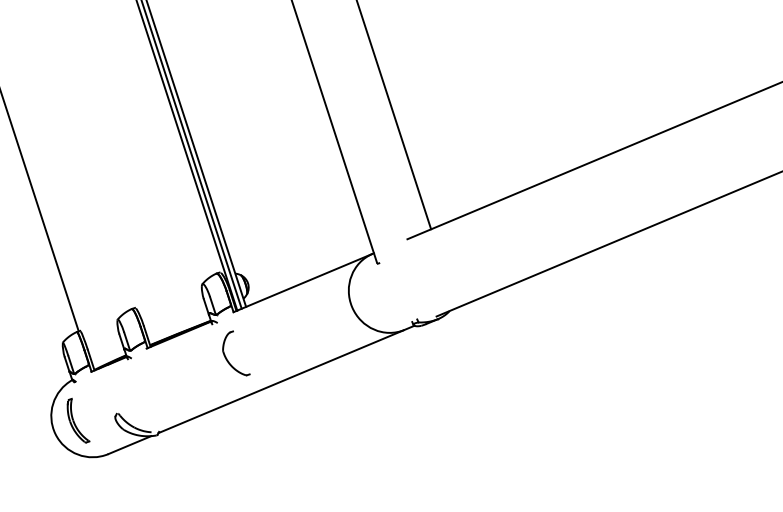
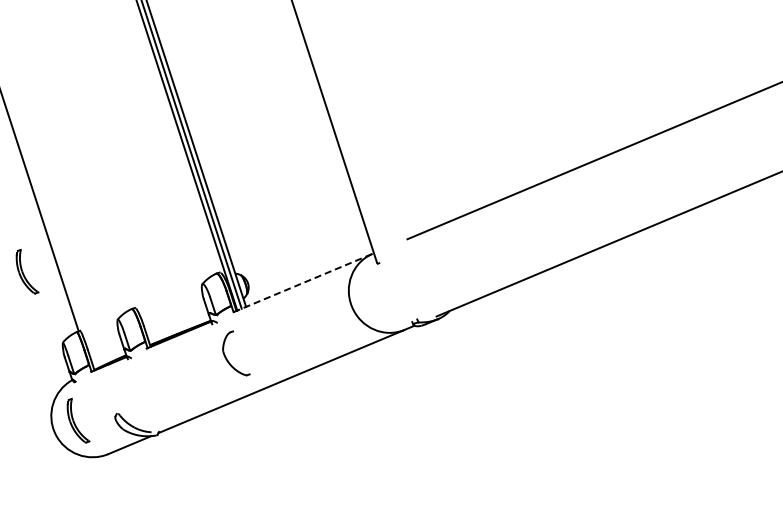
line at (394, 115): present -> none
part at (27, 271): none -> present
line at (304, 282): solid -> dashed
